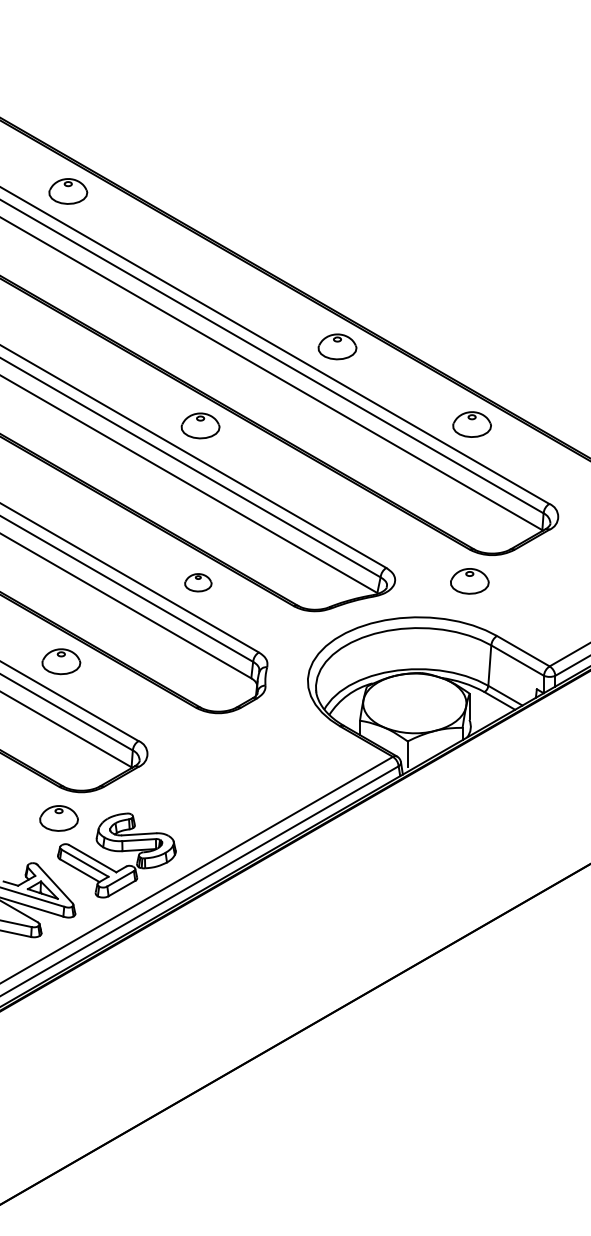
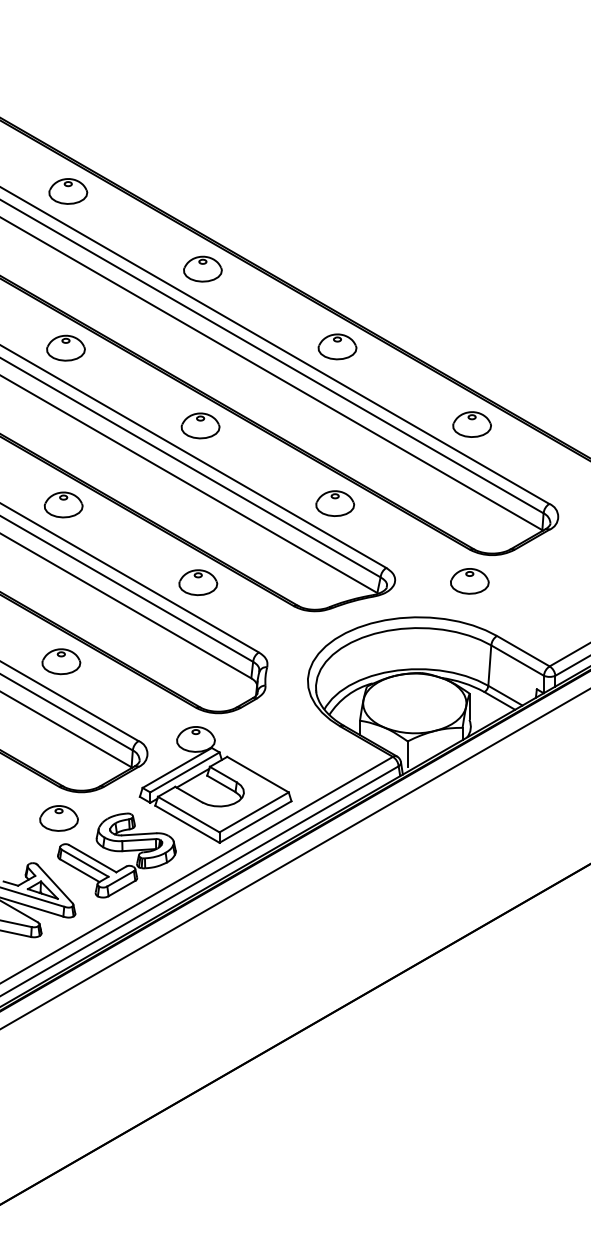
part at (202, 268): none -> present
part at (65, 347): none -> present
part at (335, 503): none -> present
part at (63, 504): none -> present
part at (198, 582) size: 29x20 px -> 41x28 px
part at (215, 784): none -> present
line at (294, 859): none -> present
